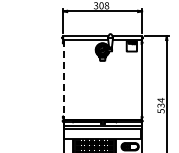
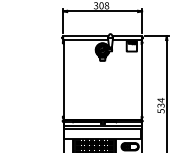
line at (63, 79): dashed -> solid
